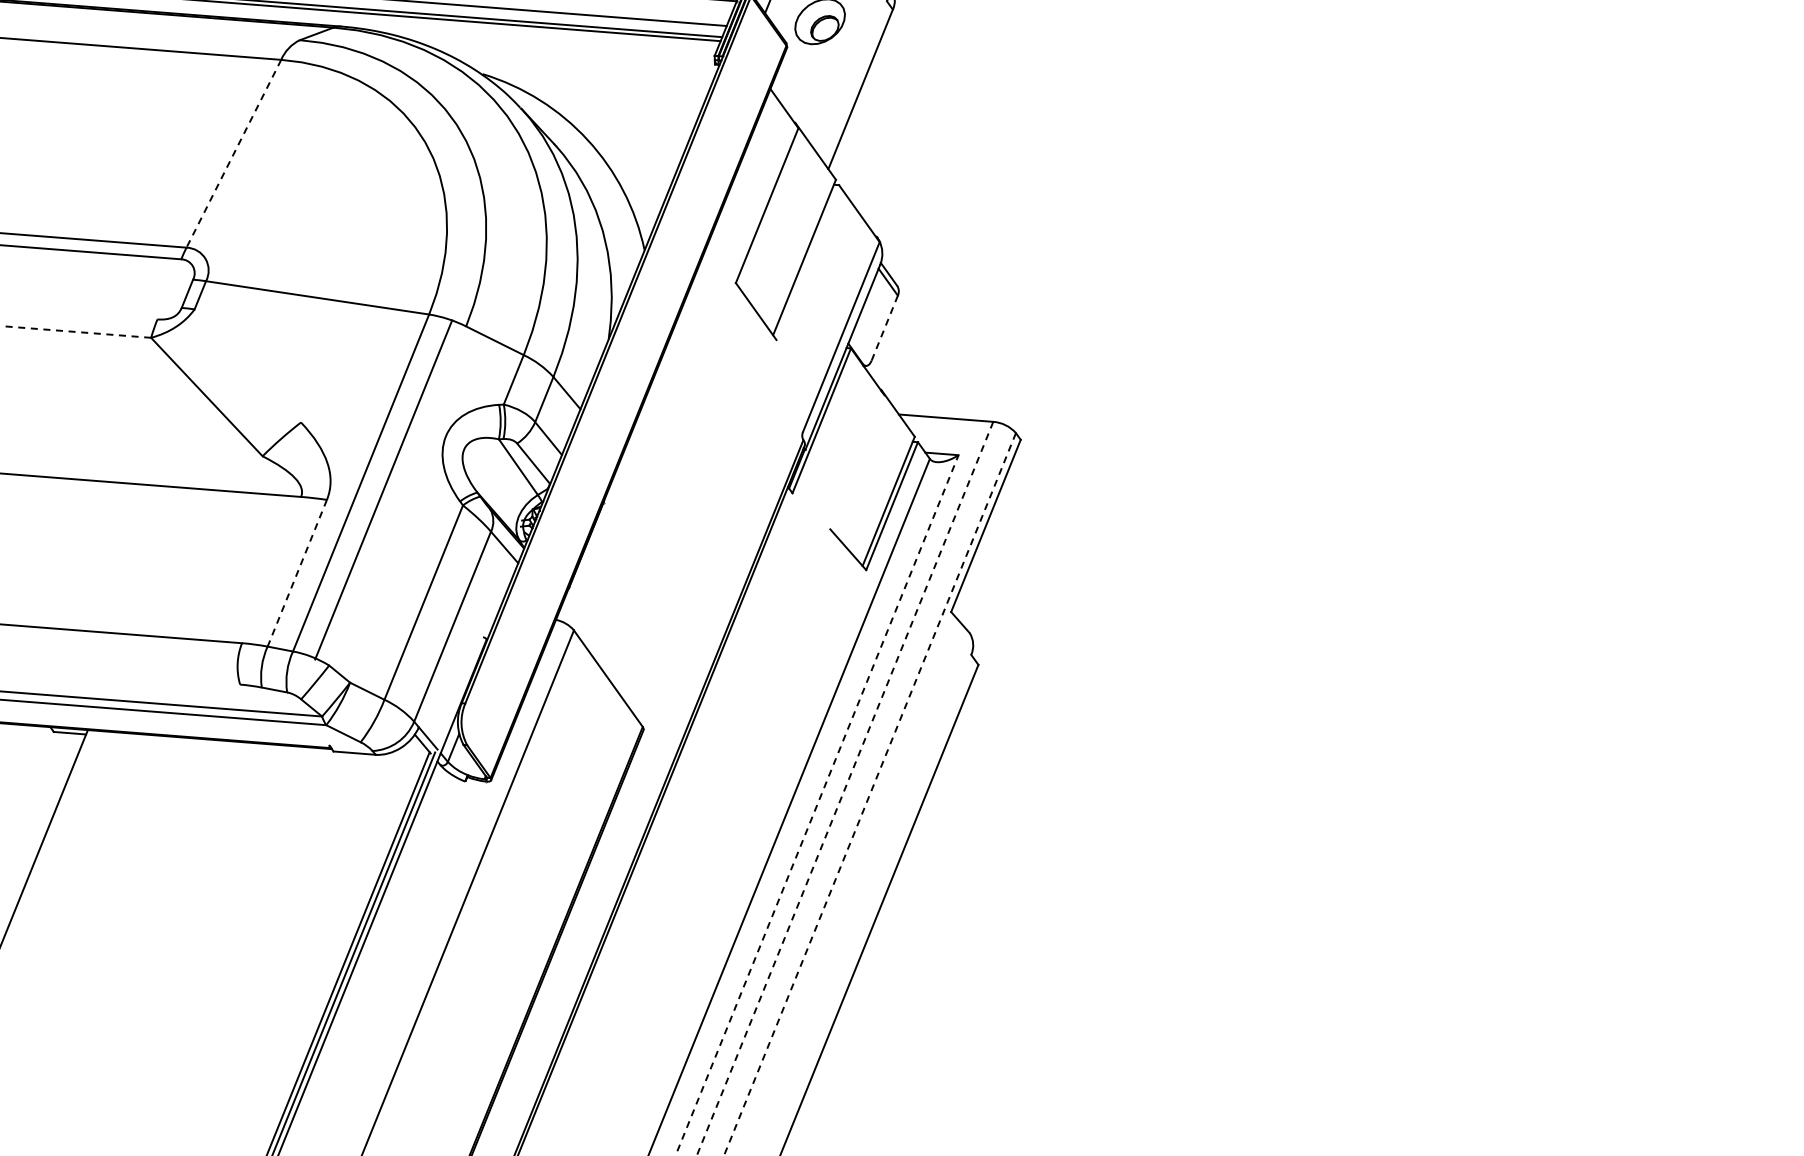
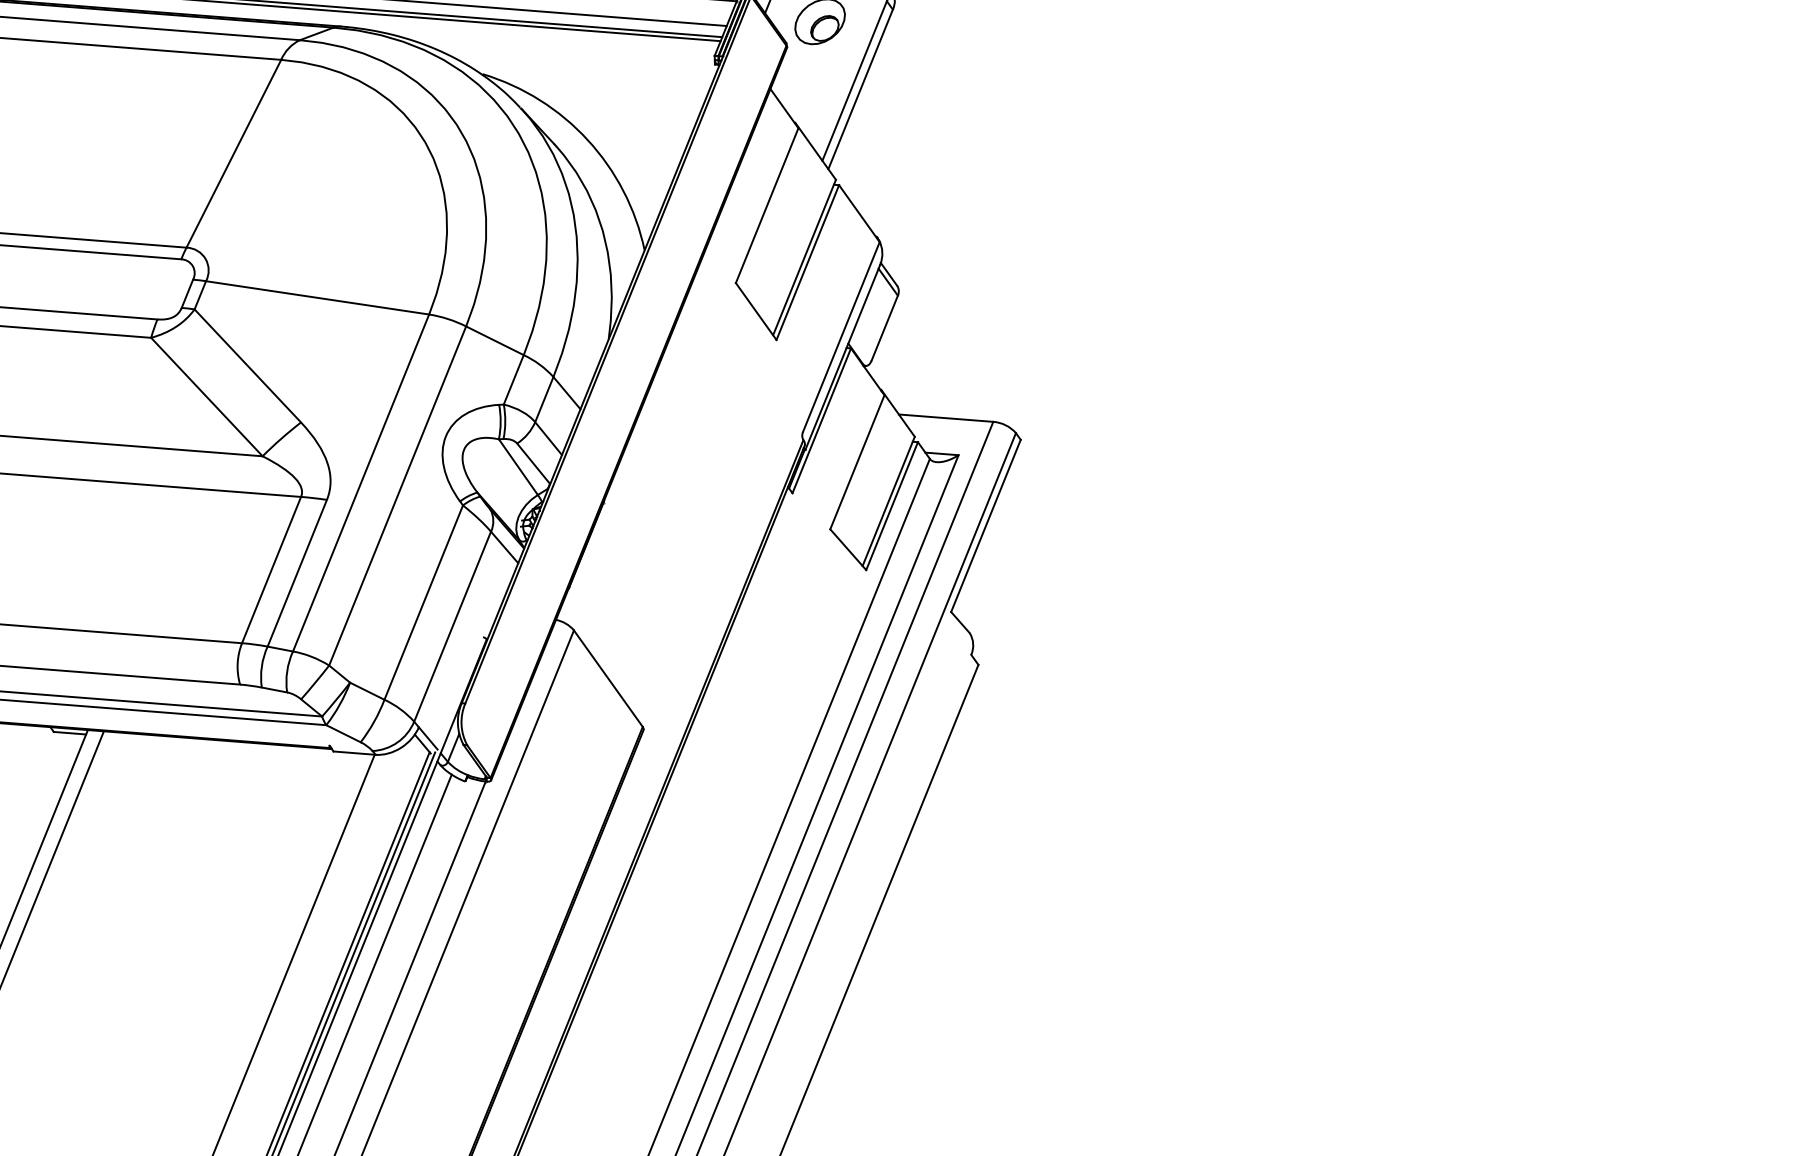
line at (150, 28): none -> present
line at (854, 81): none -> present
line at (233, 154): dashed -> solid
line at (807, 262): none -> present
line at (79, 313): none -> present
line at (884, 327): dashed -> solid
line at (75, 331): dashed -> solid
line at (247, 365): none -> present
line at (132, 445): none -> present
line at (857, 462): none -> present
line at (383, 489) position: (383, 489) -> (397, 495)
line at (271, 569): none -> present
line at (297, 573): dashed -> solid
line at (121, 675): none -> present
line at (844, 789): dashed -> solid
line at (869, 794): dashed -> solid
line at (817, 804): dashed -> solid
line at (52, 857): none -> present
line at (294, 953): none -> present
line at (375, 963): none -> present
line at (410, 966): none -> present
